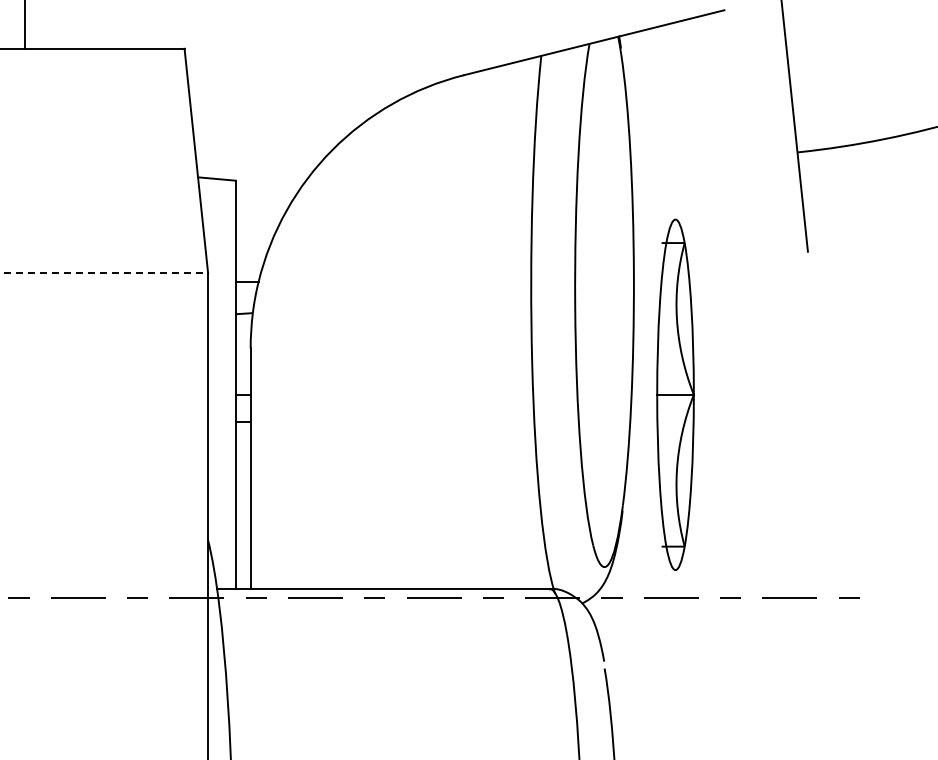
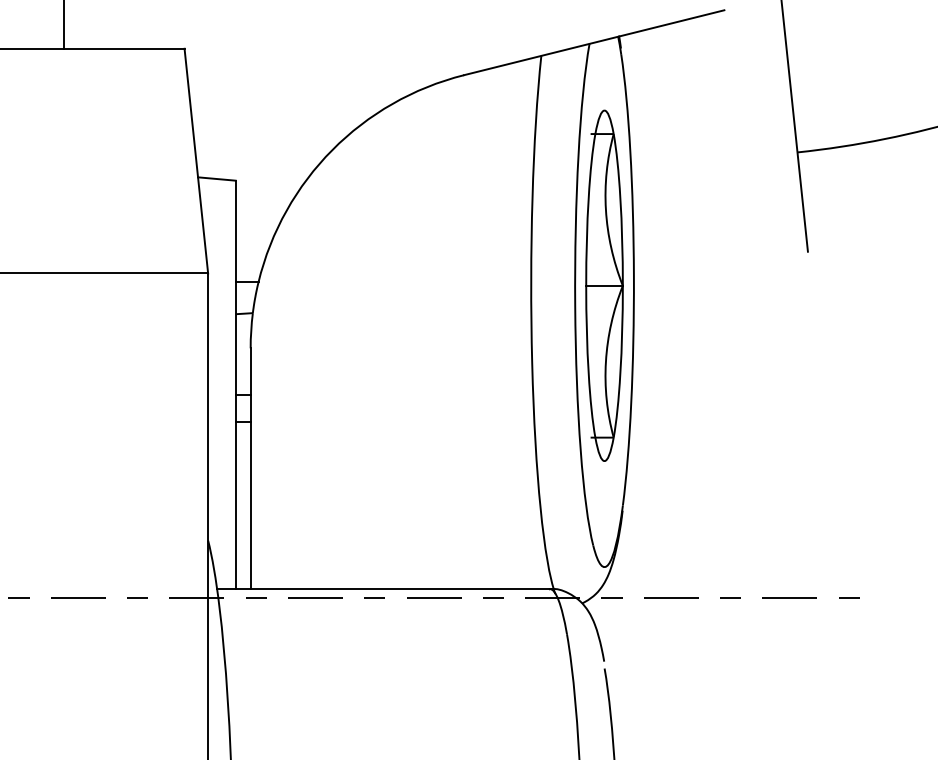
line at (25, 25) position: (25, 25) -> (64, 25)
line at (104, 273): dashed -> solid
part at (675, 394) position: (675, 394) -> (604, 285)
